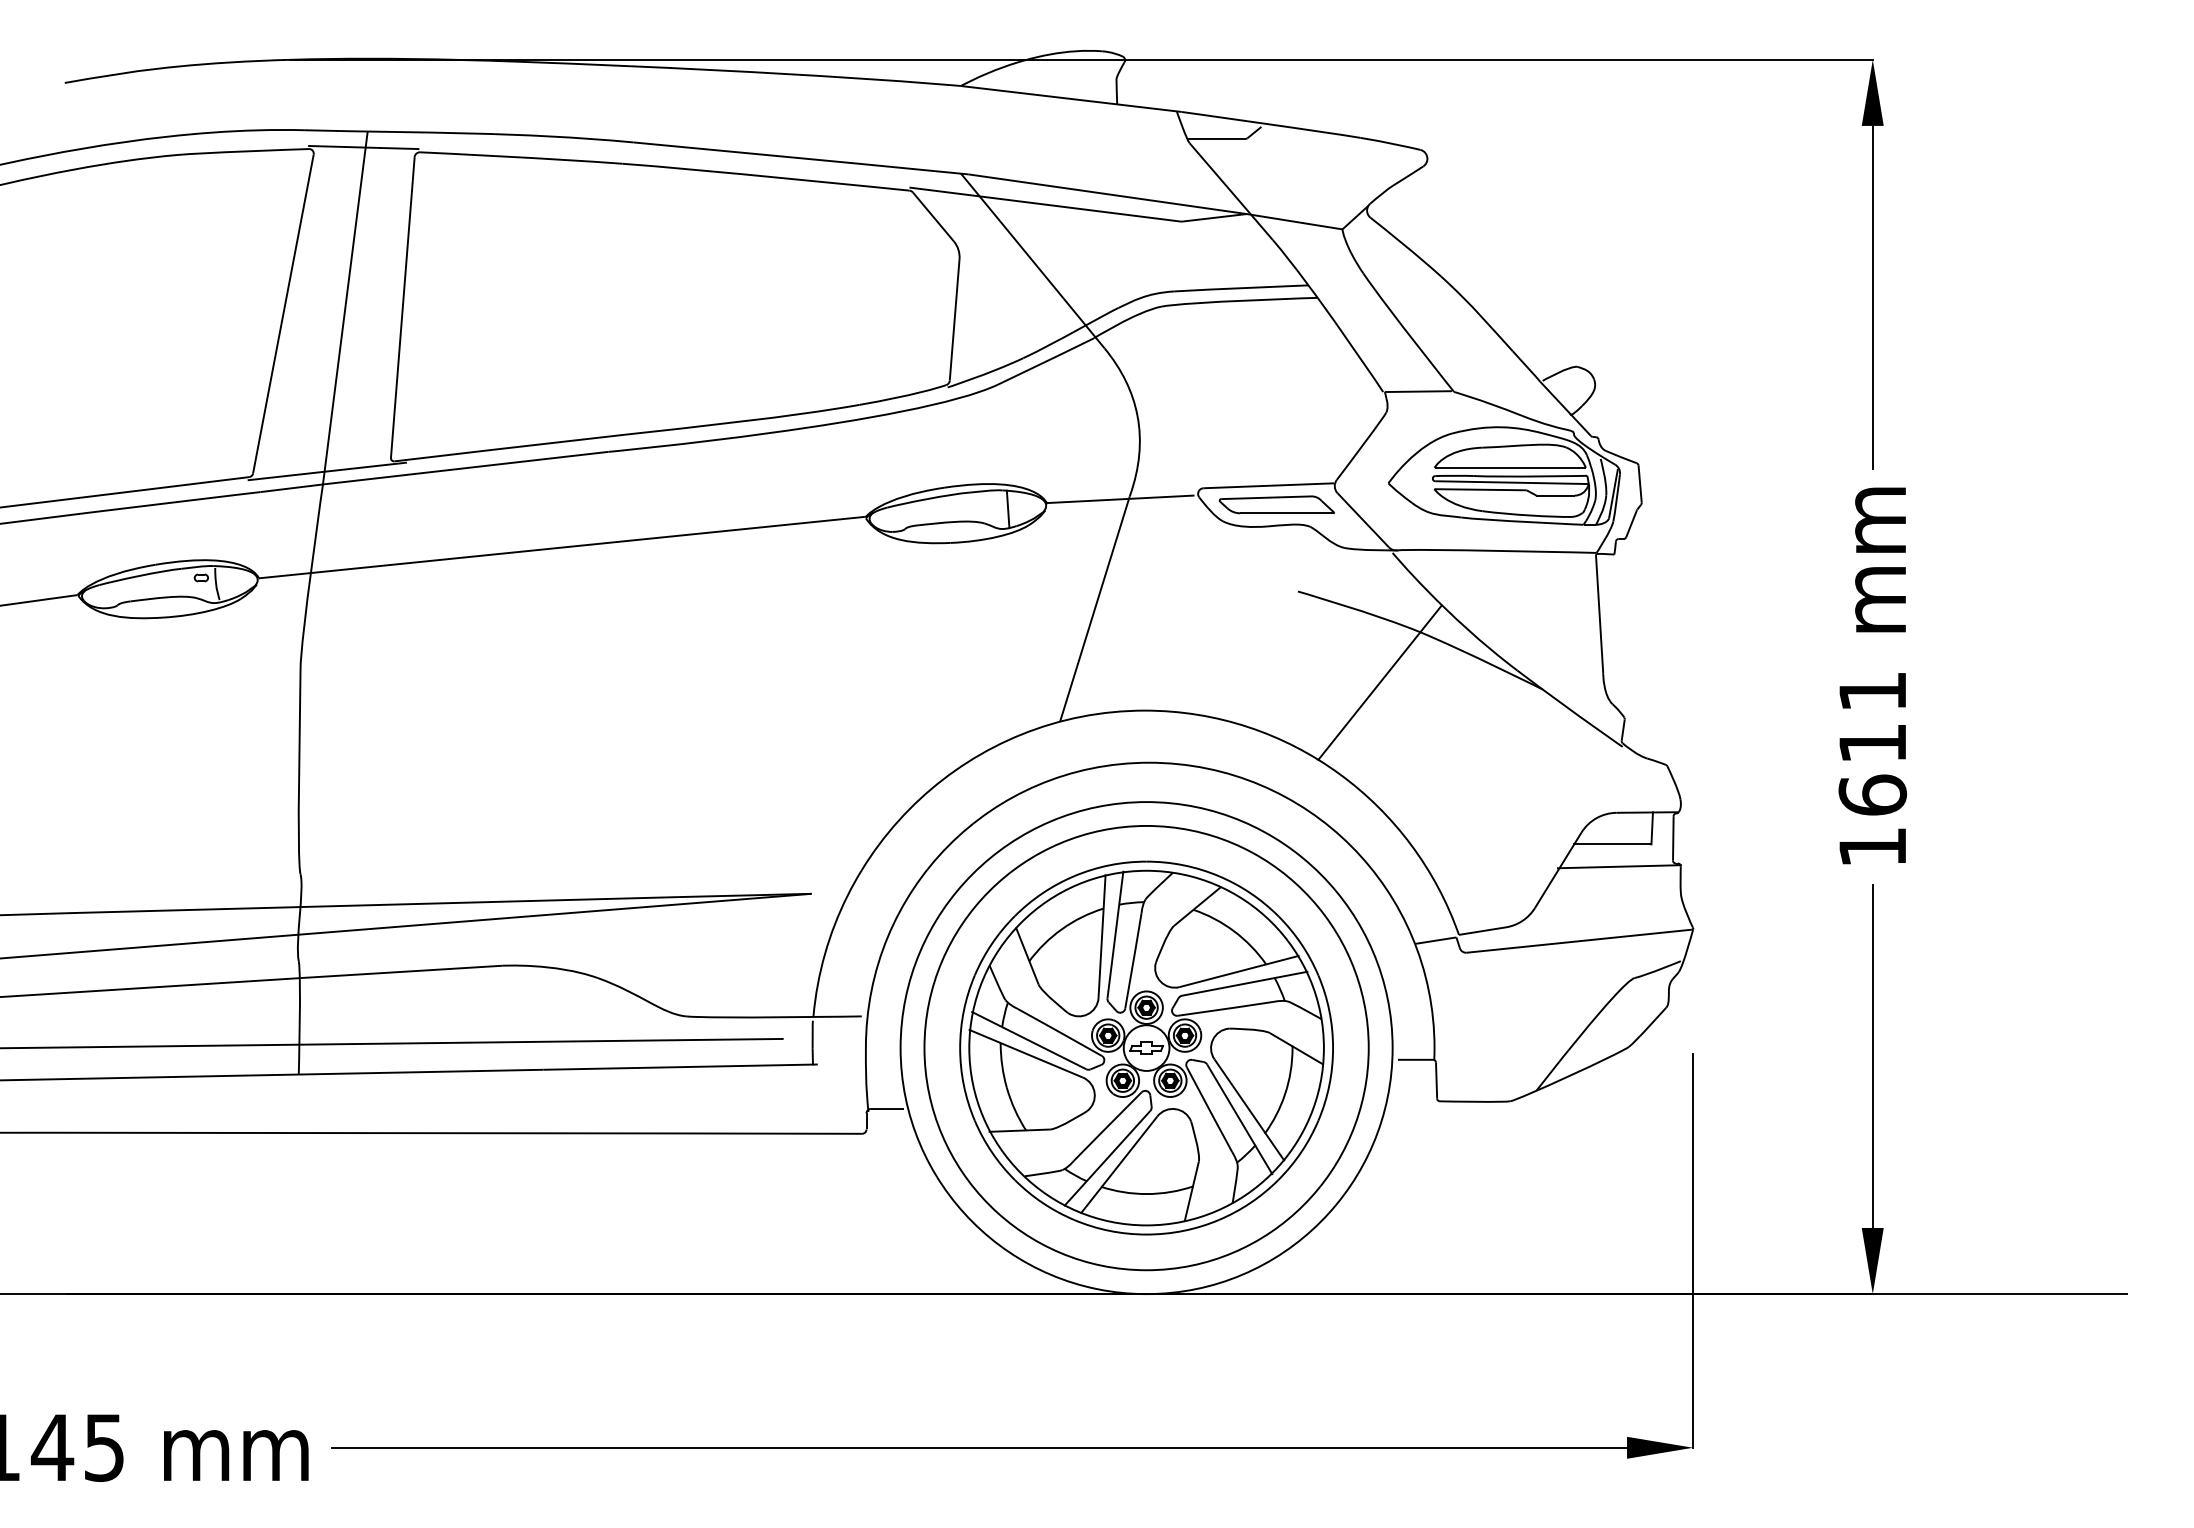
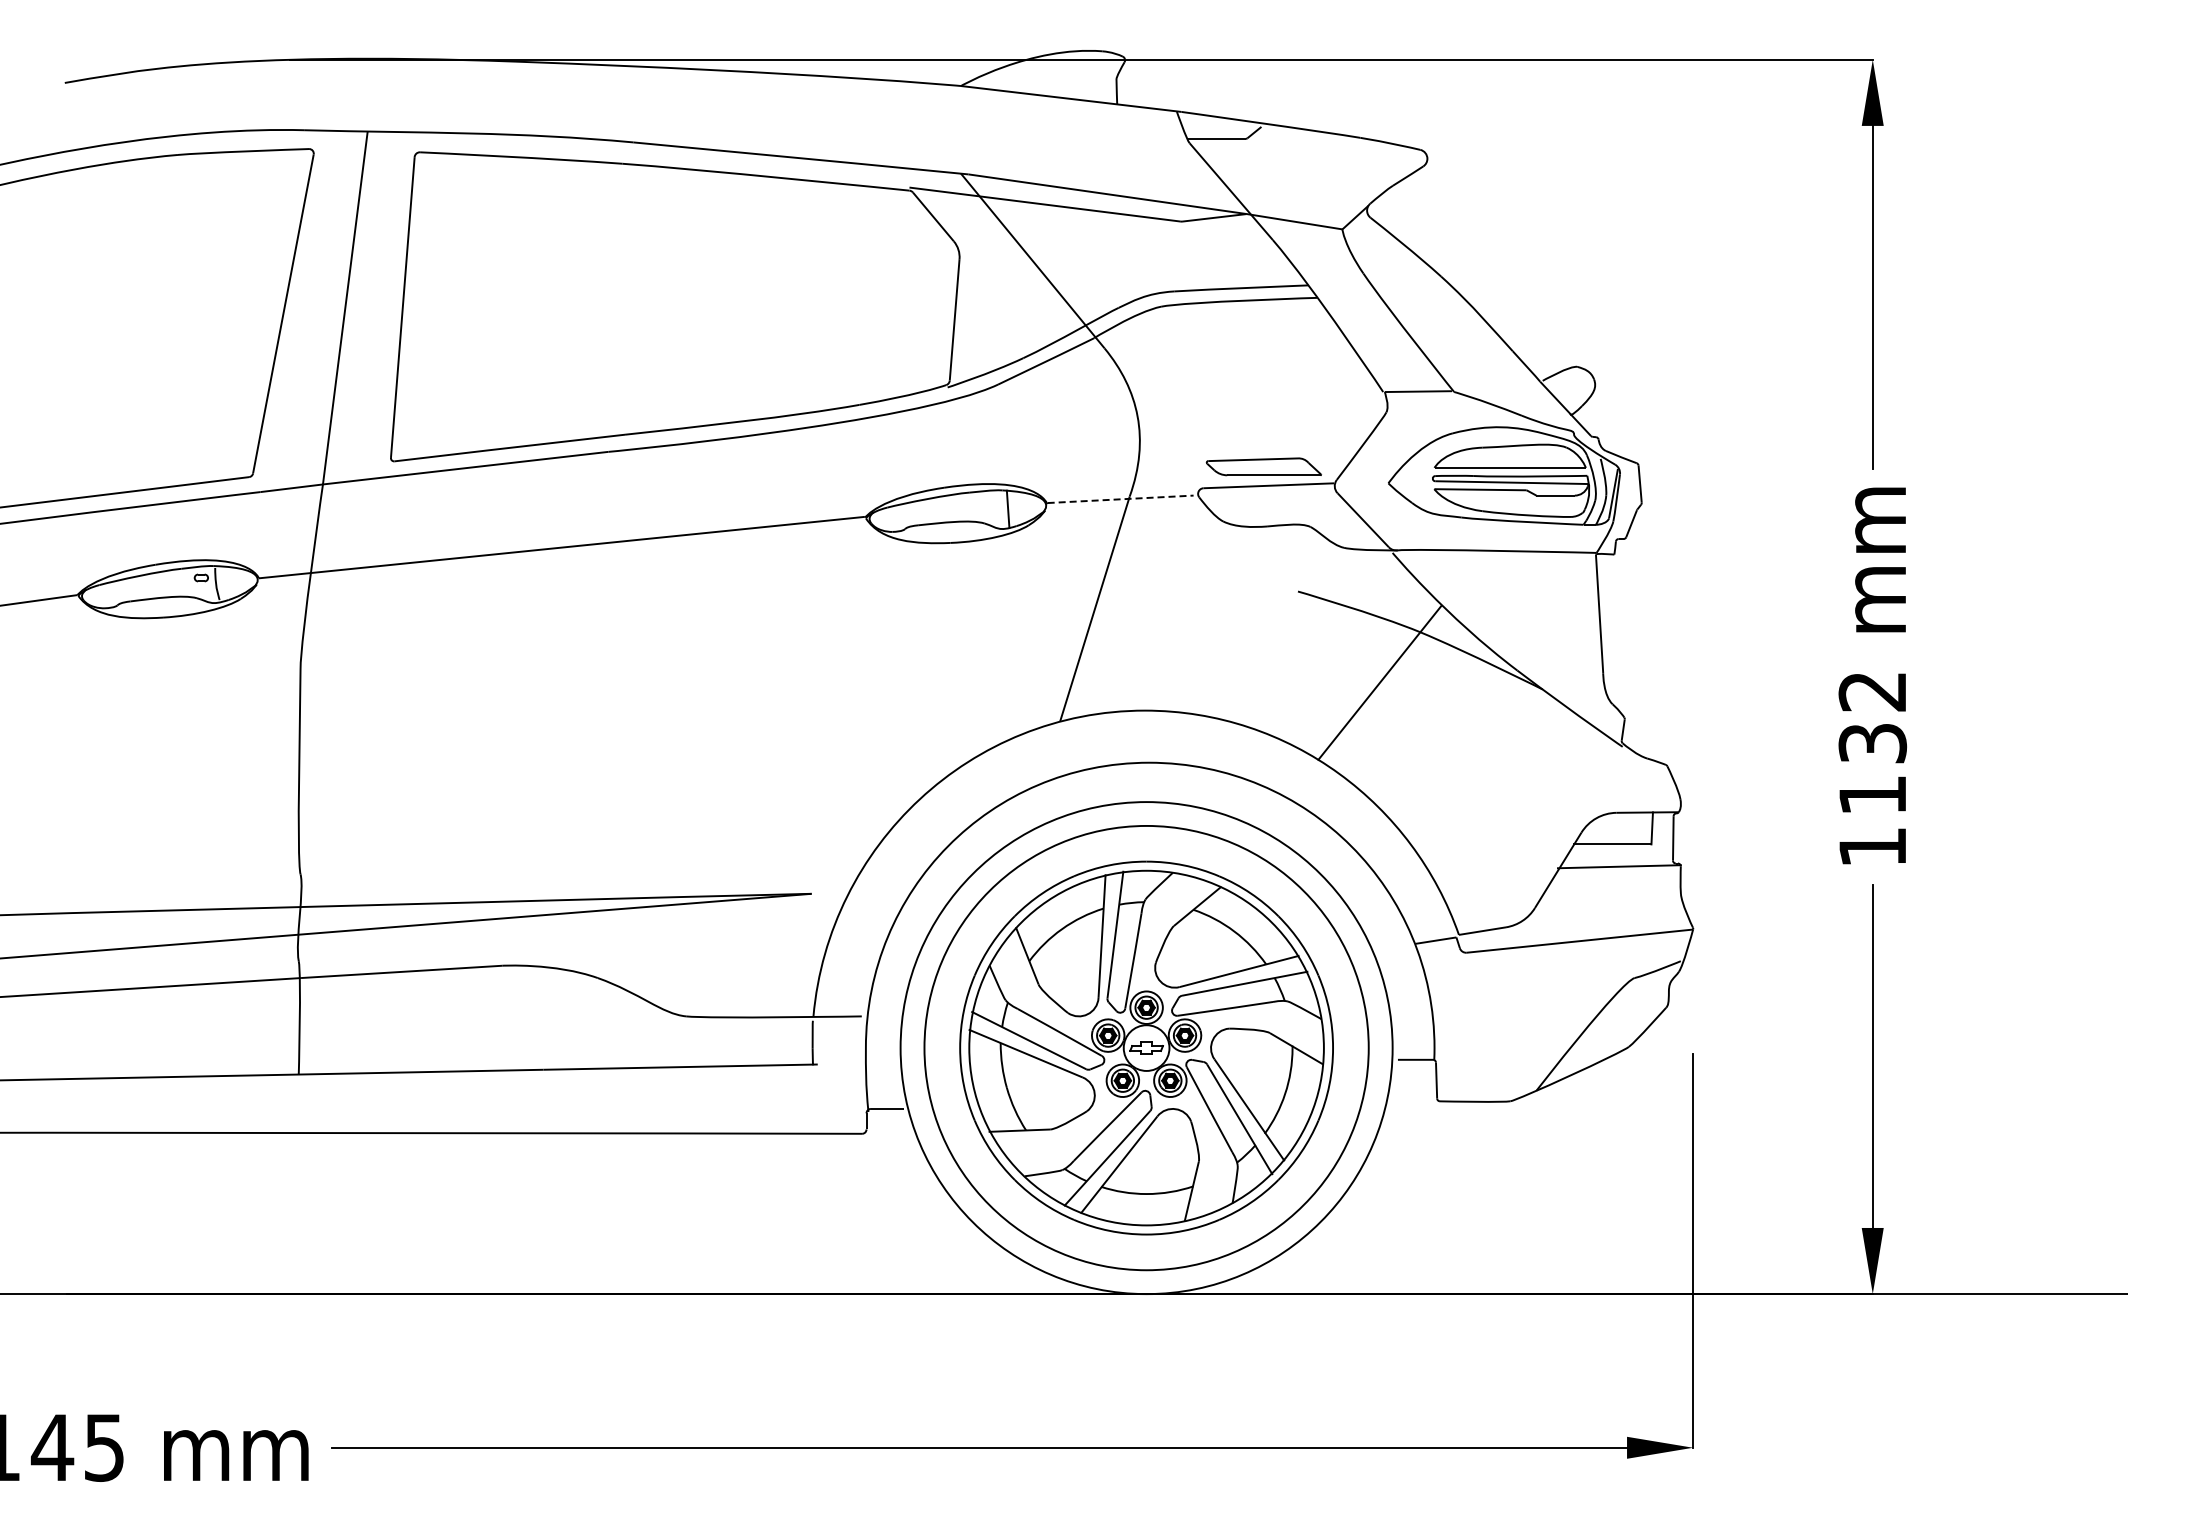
line at (363, 147): present -> none
line at (327, 471): present -> none
line at (1121, 499): solid -> dashed
part at (1276, 504) position: (1276, 504) -> (1263, 466)
text at (1872, 744): 1611 -> 1132
line at (392, 1043): present -> none
